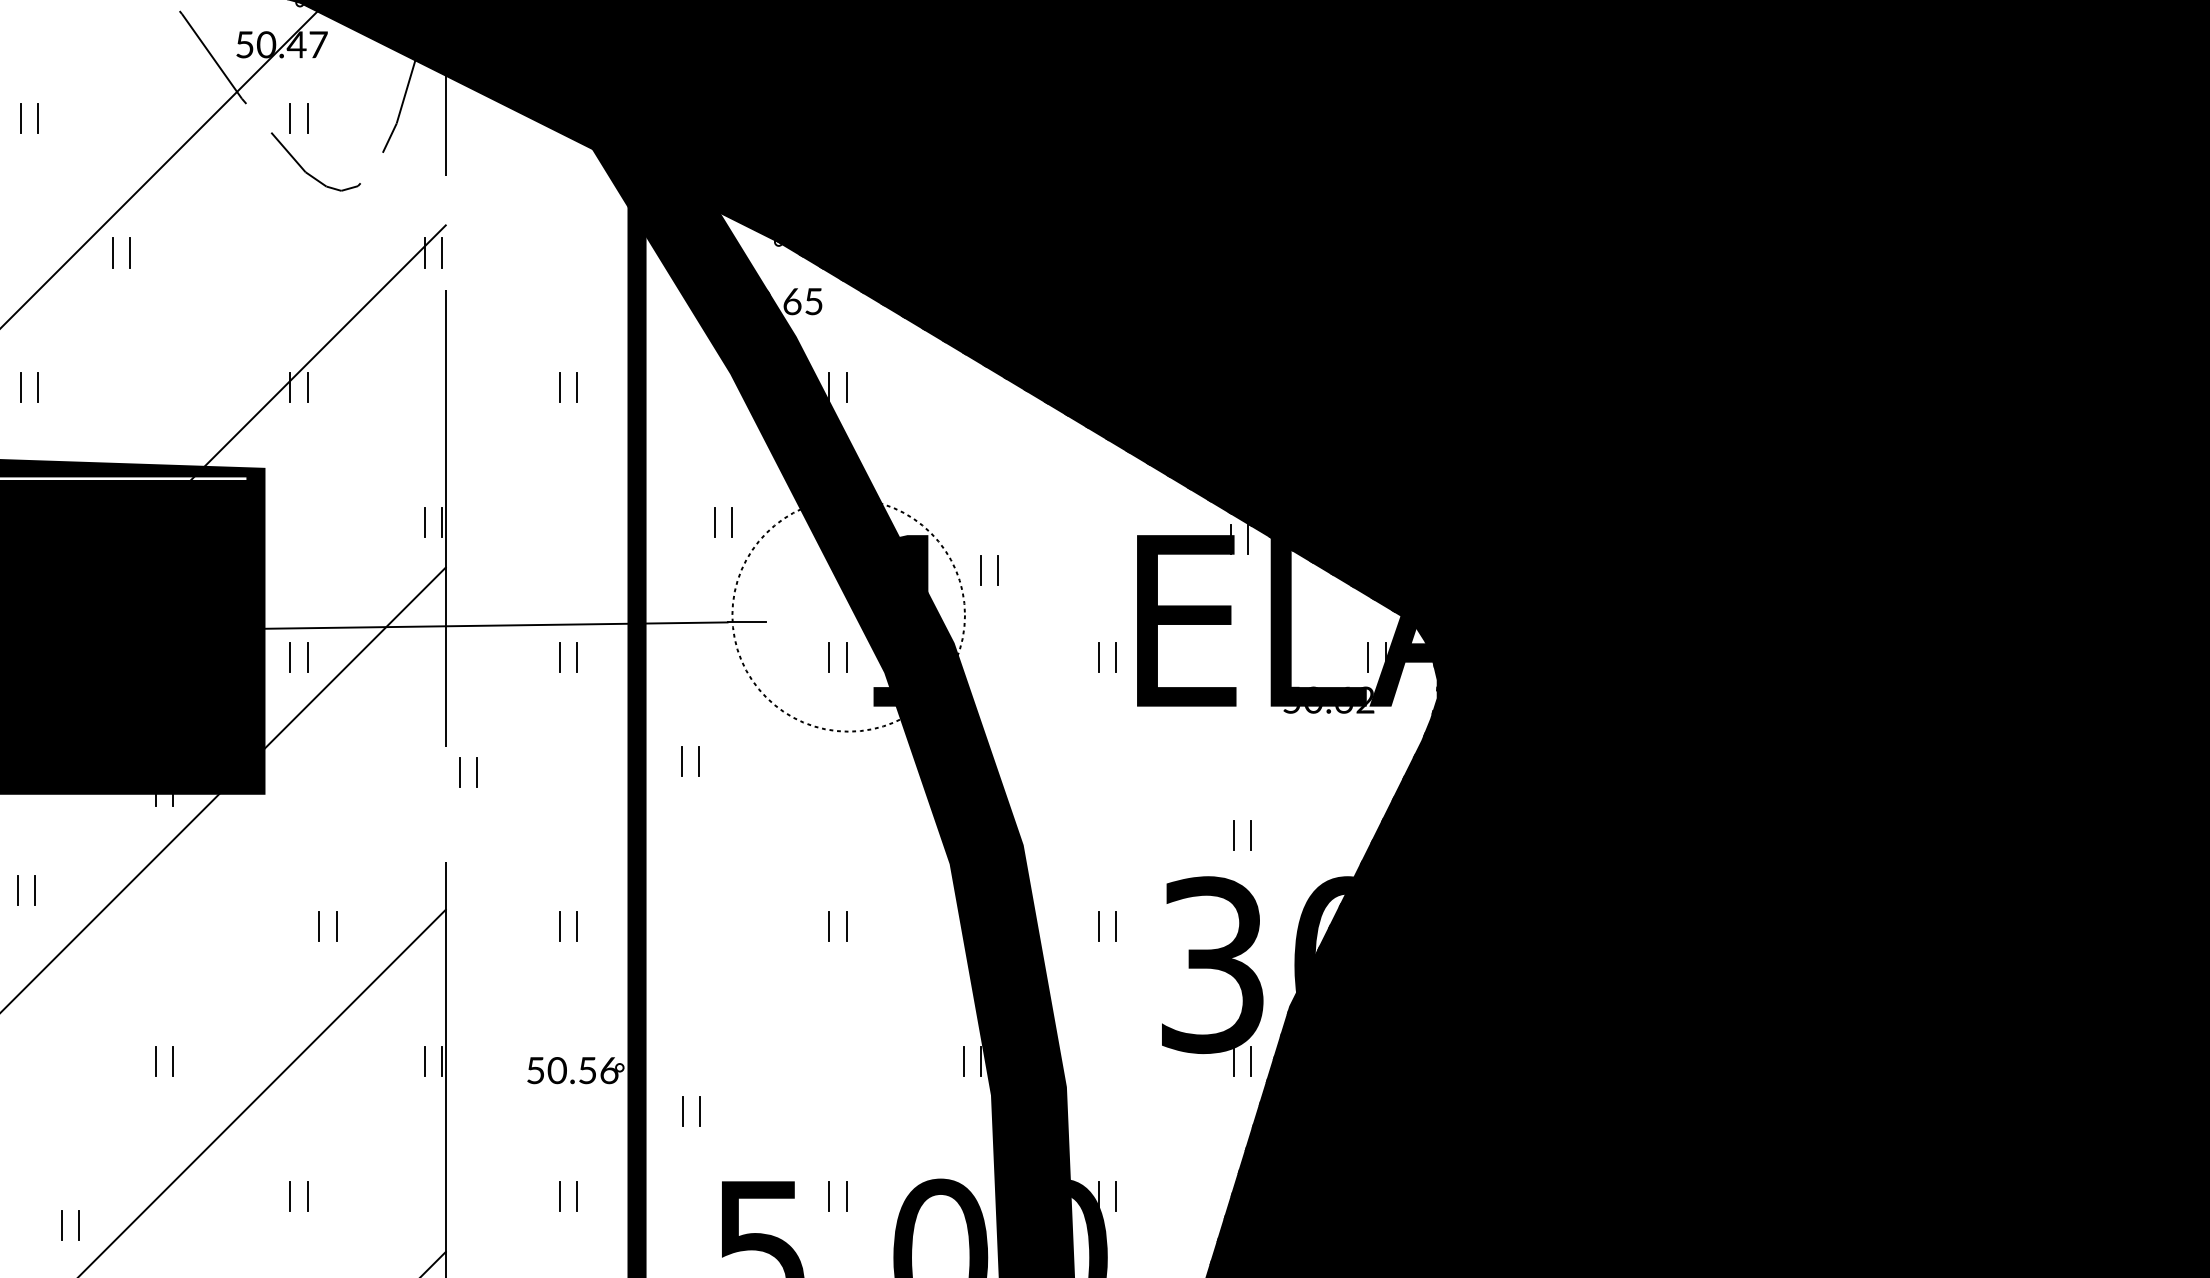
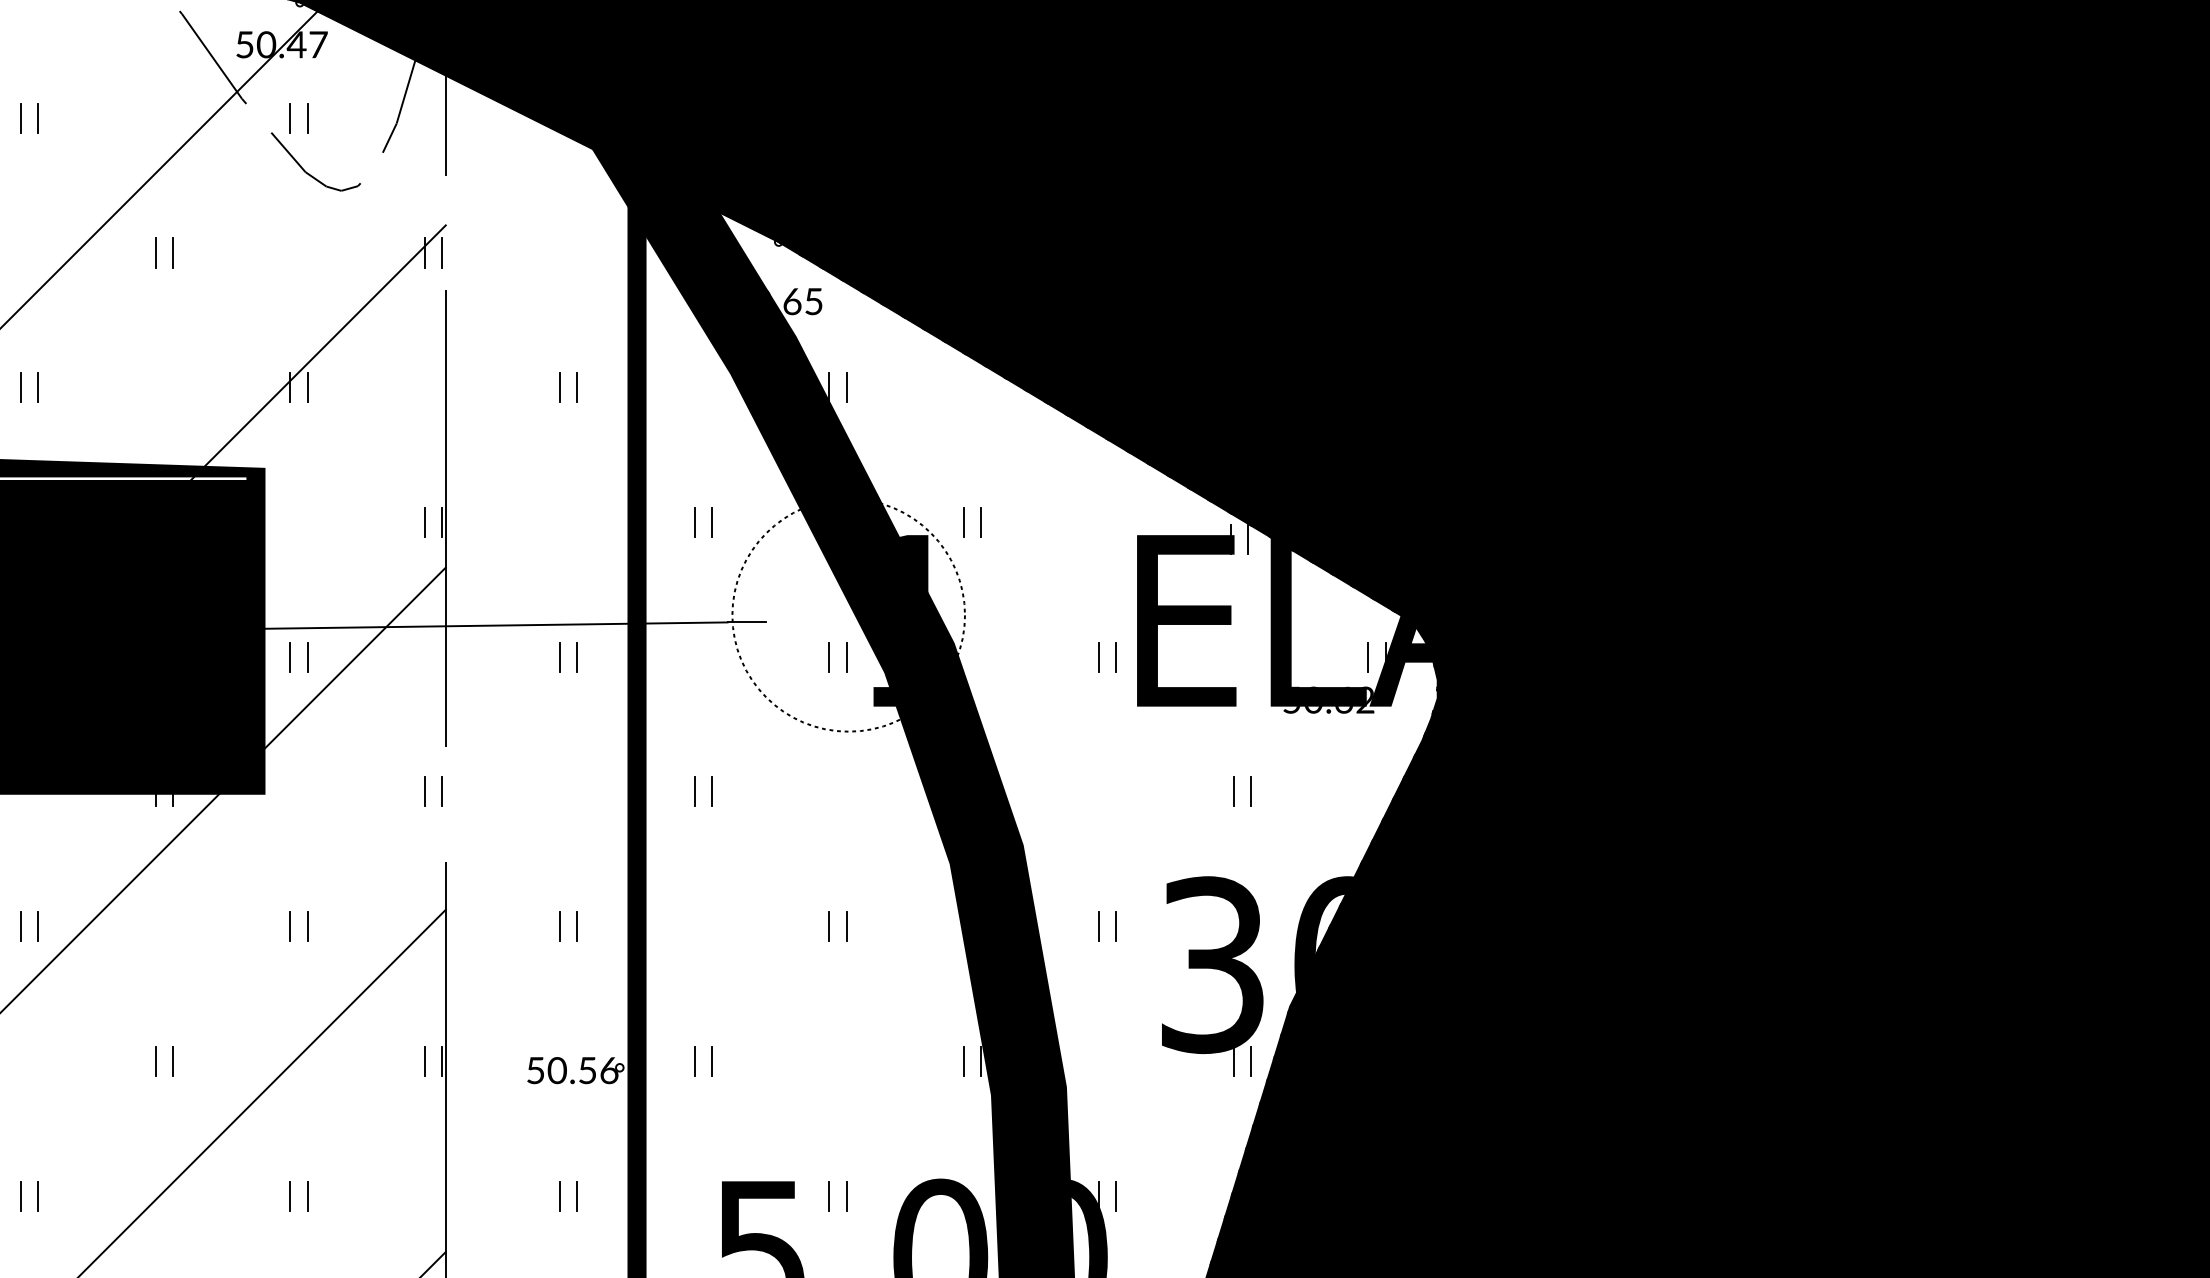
part at (113, 252) position: (113, 252) -> (156, 252)
part at (715, 522) position: (715, 522) -> (695, 522)
part at (981, 570) position: (981, 570) -> (964, 522)
part at (682, 761) position: (682, 761) -> (695, 791)
part at (460, 772) position: (460, 772) -> (425, 791)
part at (1234, 835) position: (1234, 835) -> (1234, 791)
part at (18, 890) position: (18, 890) -> (21, 926)
part at (319, 926) position: (319, 926) -> (290, 926)
part at (683, 1111) position: (683, 1111) -> (695, 1061)
part at (62, 1225) position: (62, 1225) -> (21, 1196)
